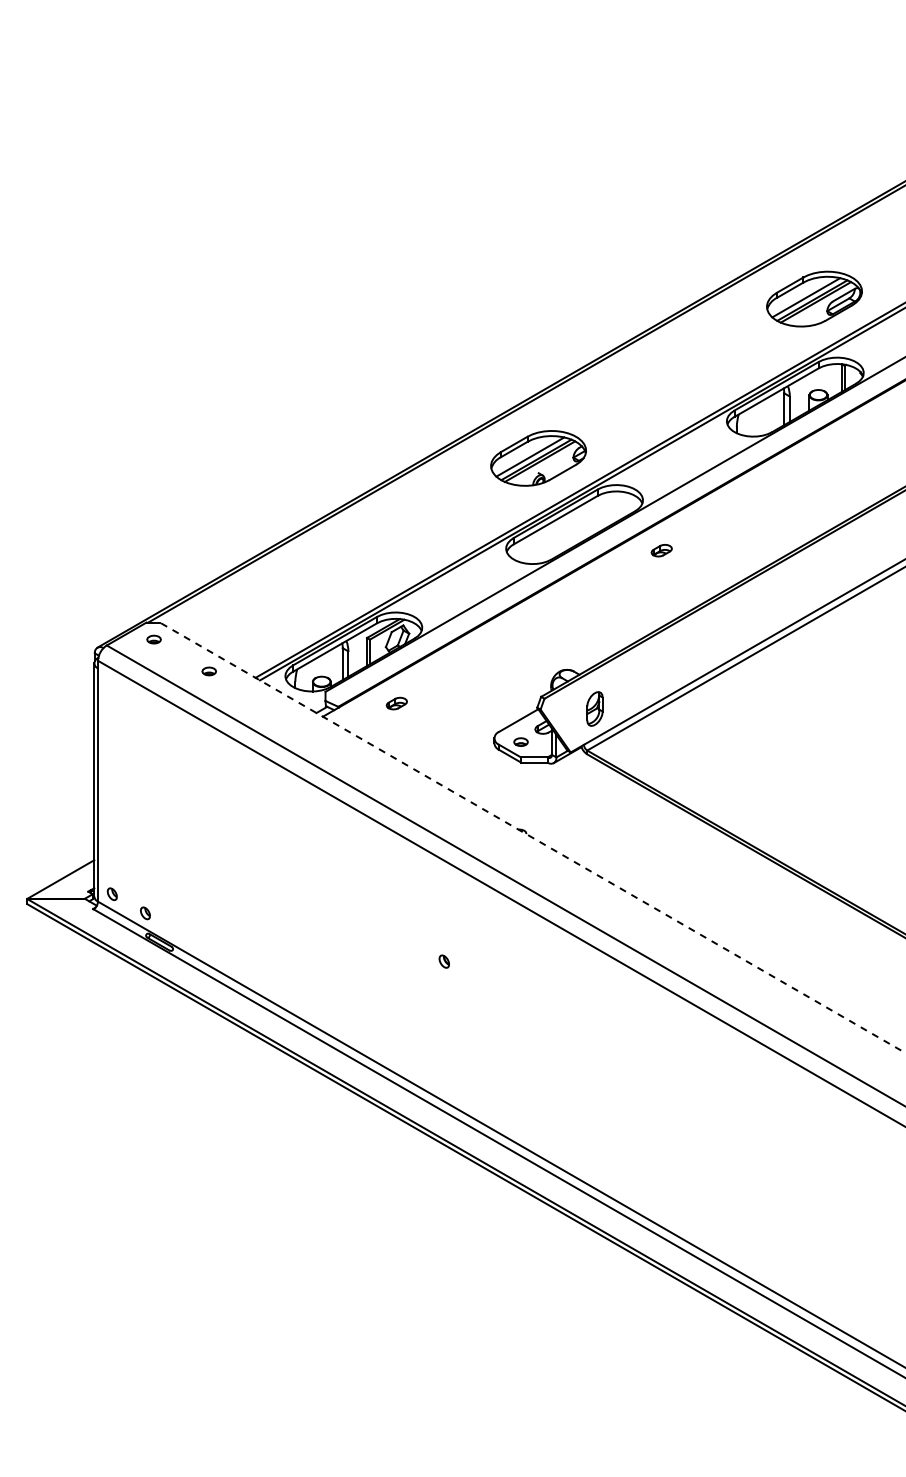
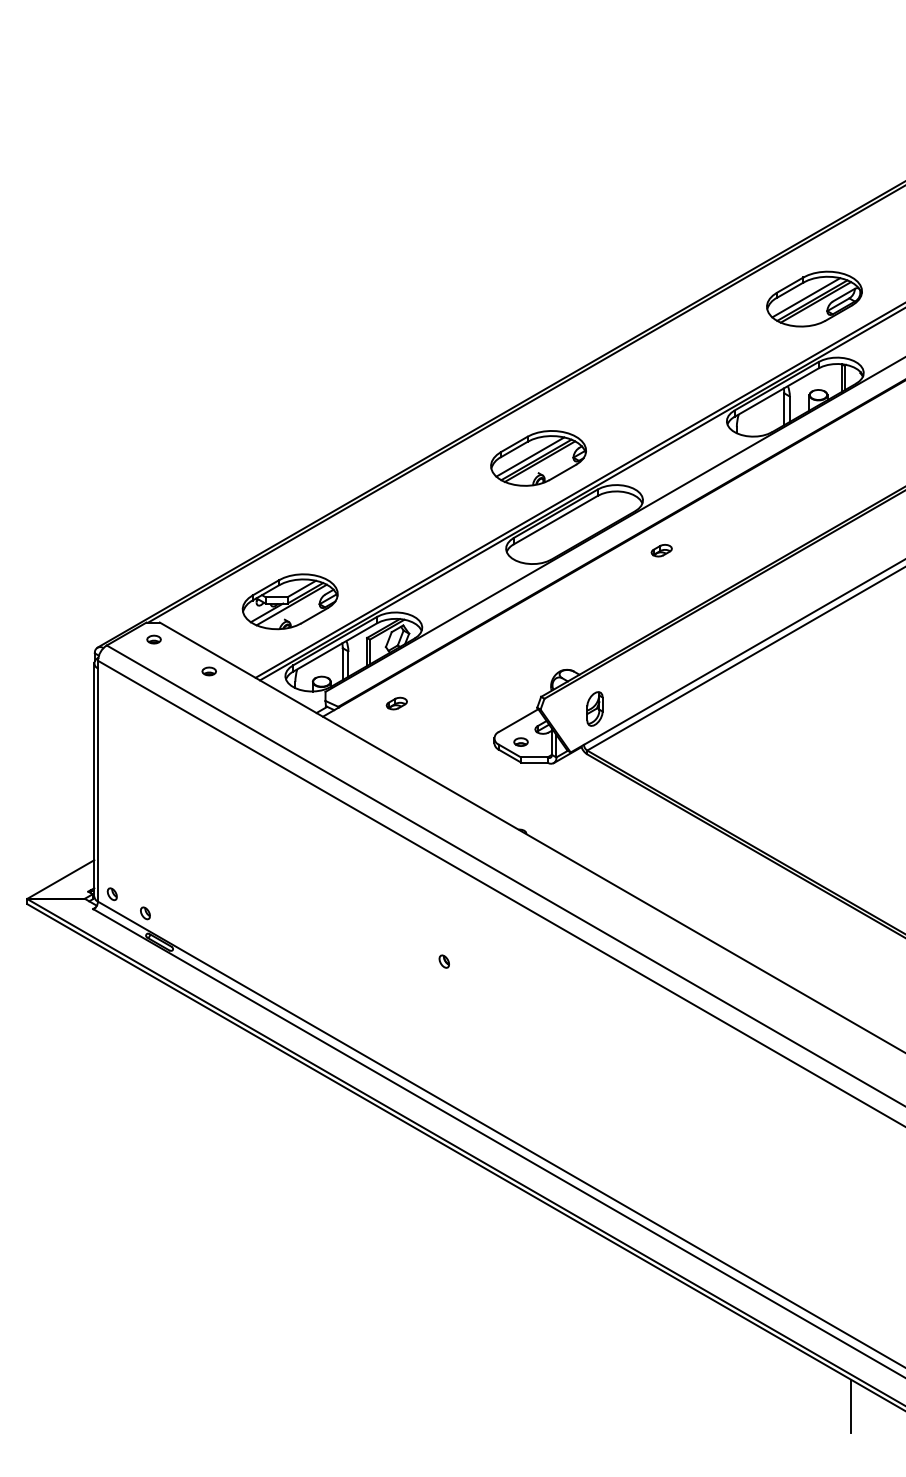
part at (289, 601): none -> present
line at (532, 837): dashed -> solid
line at (850, 1405): none -> present
